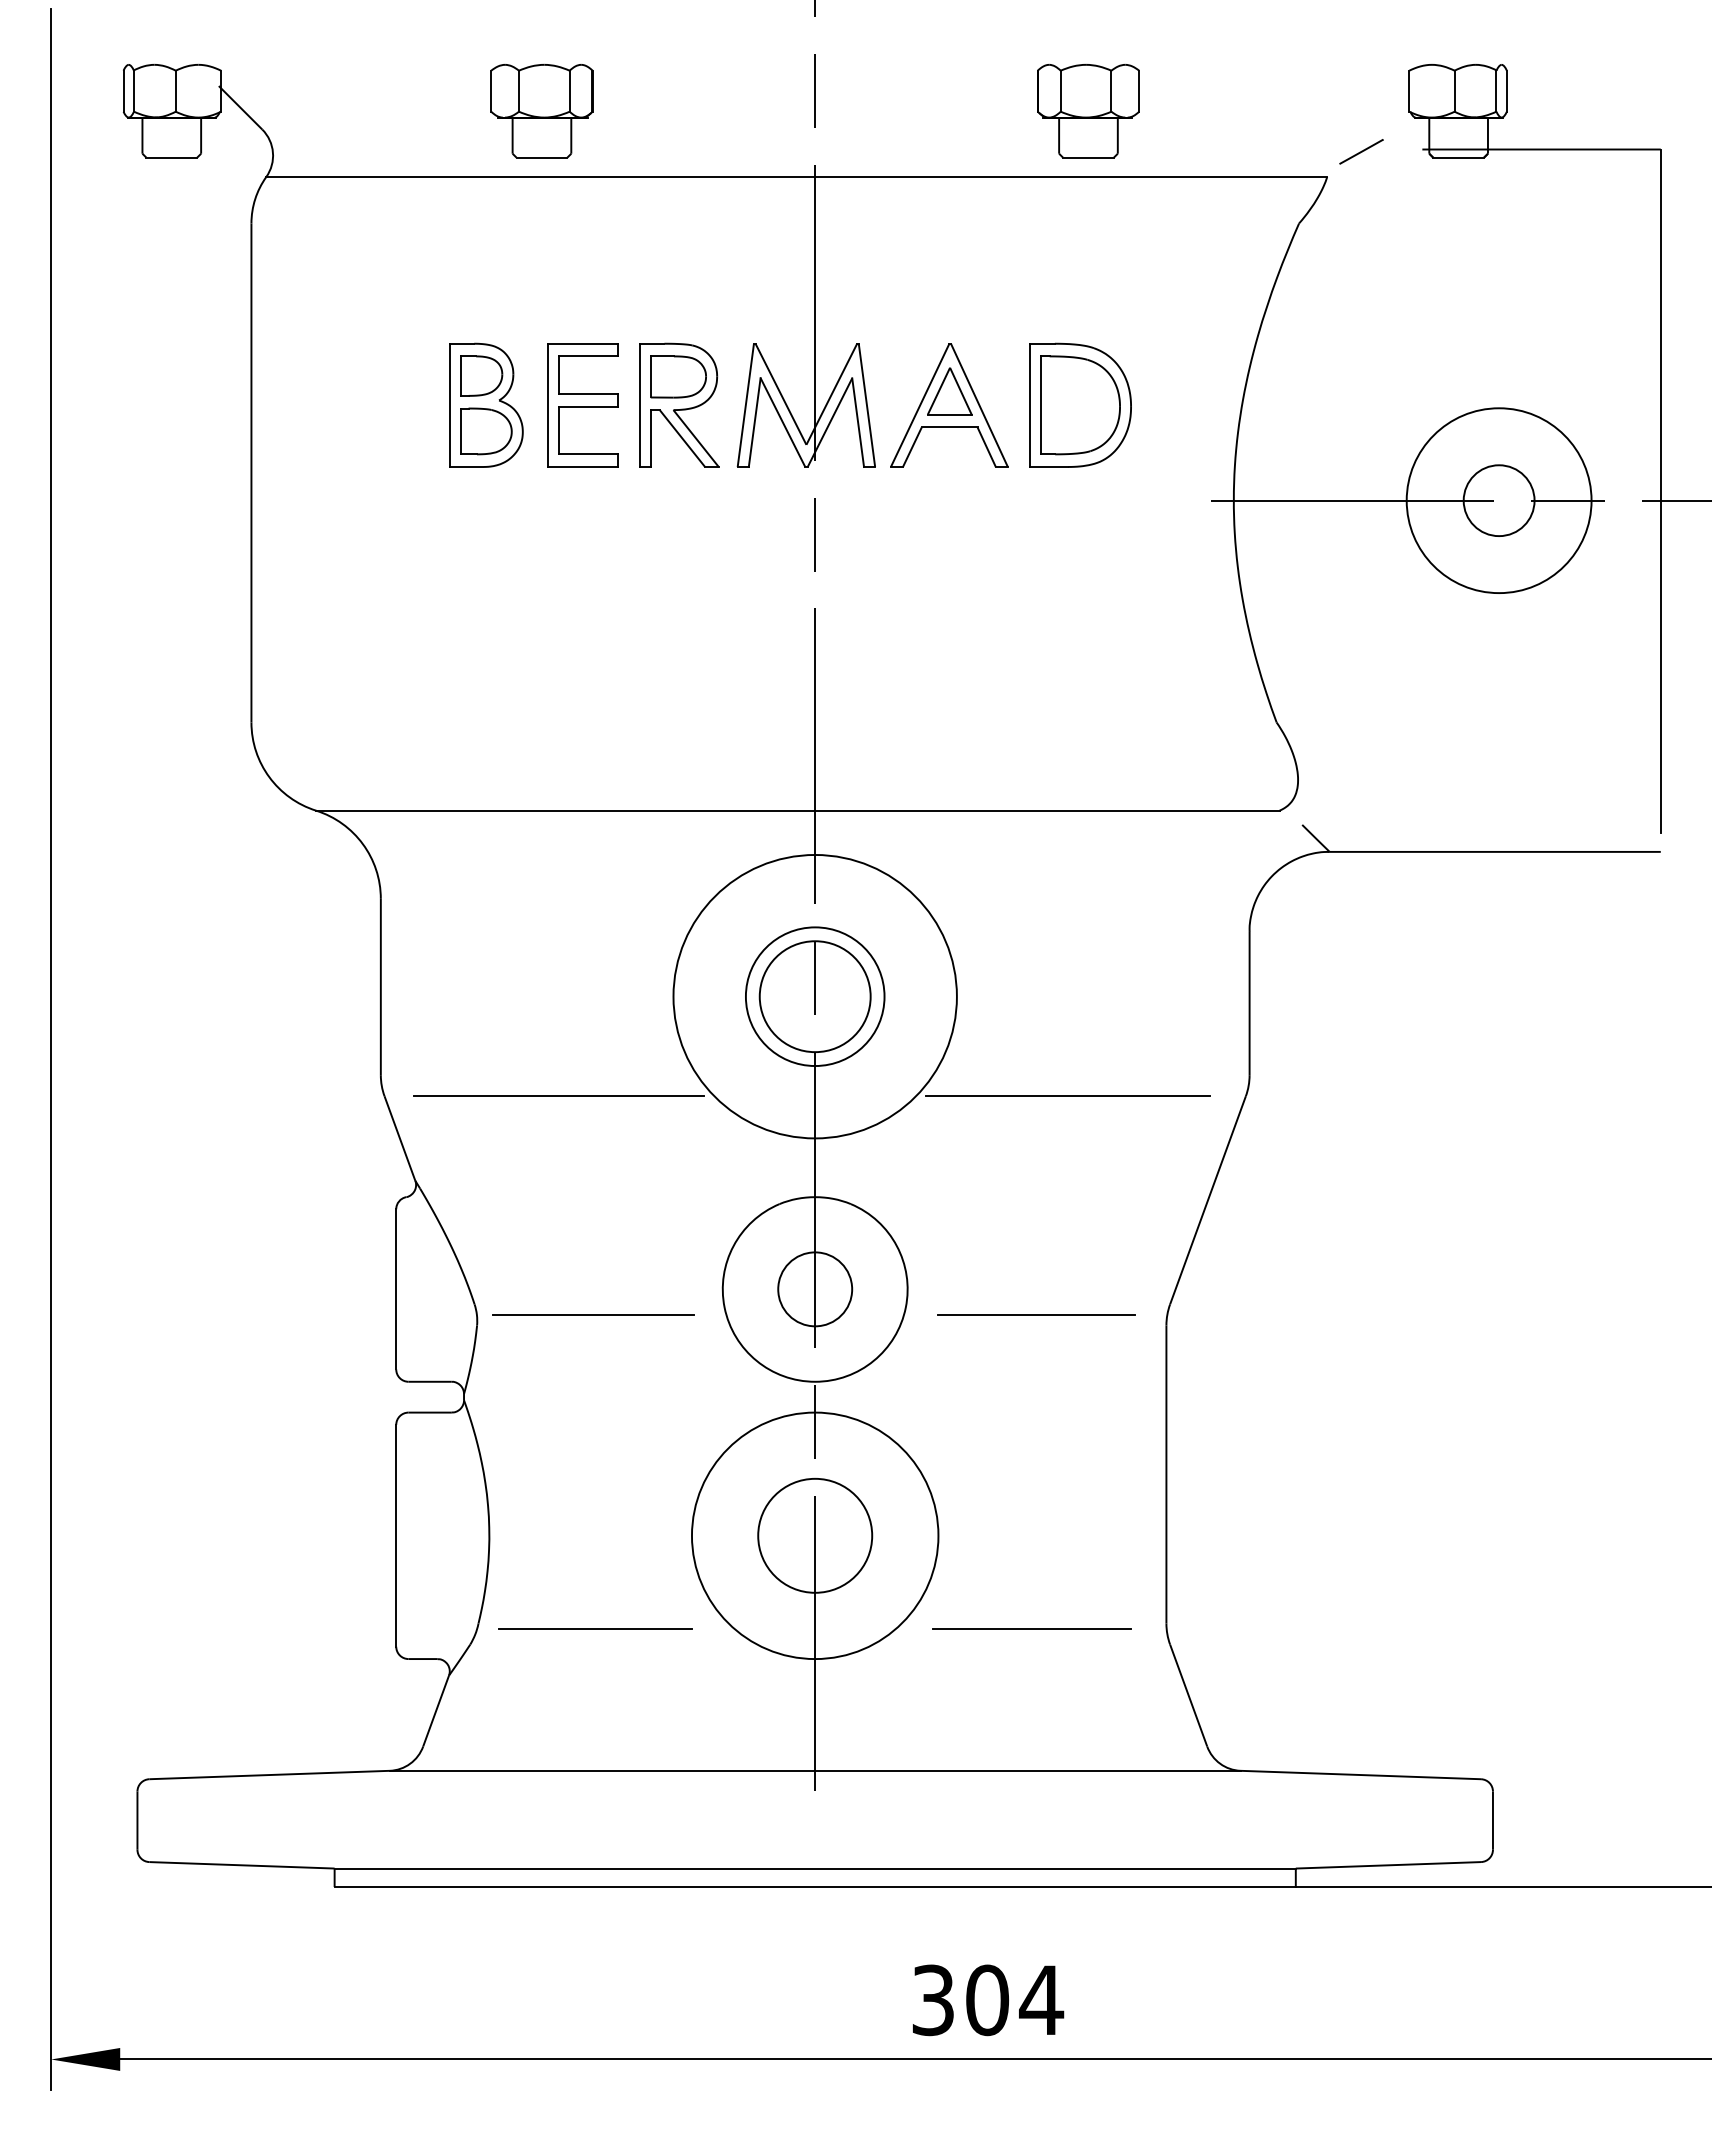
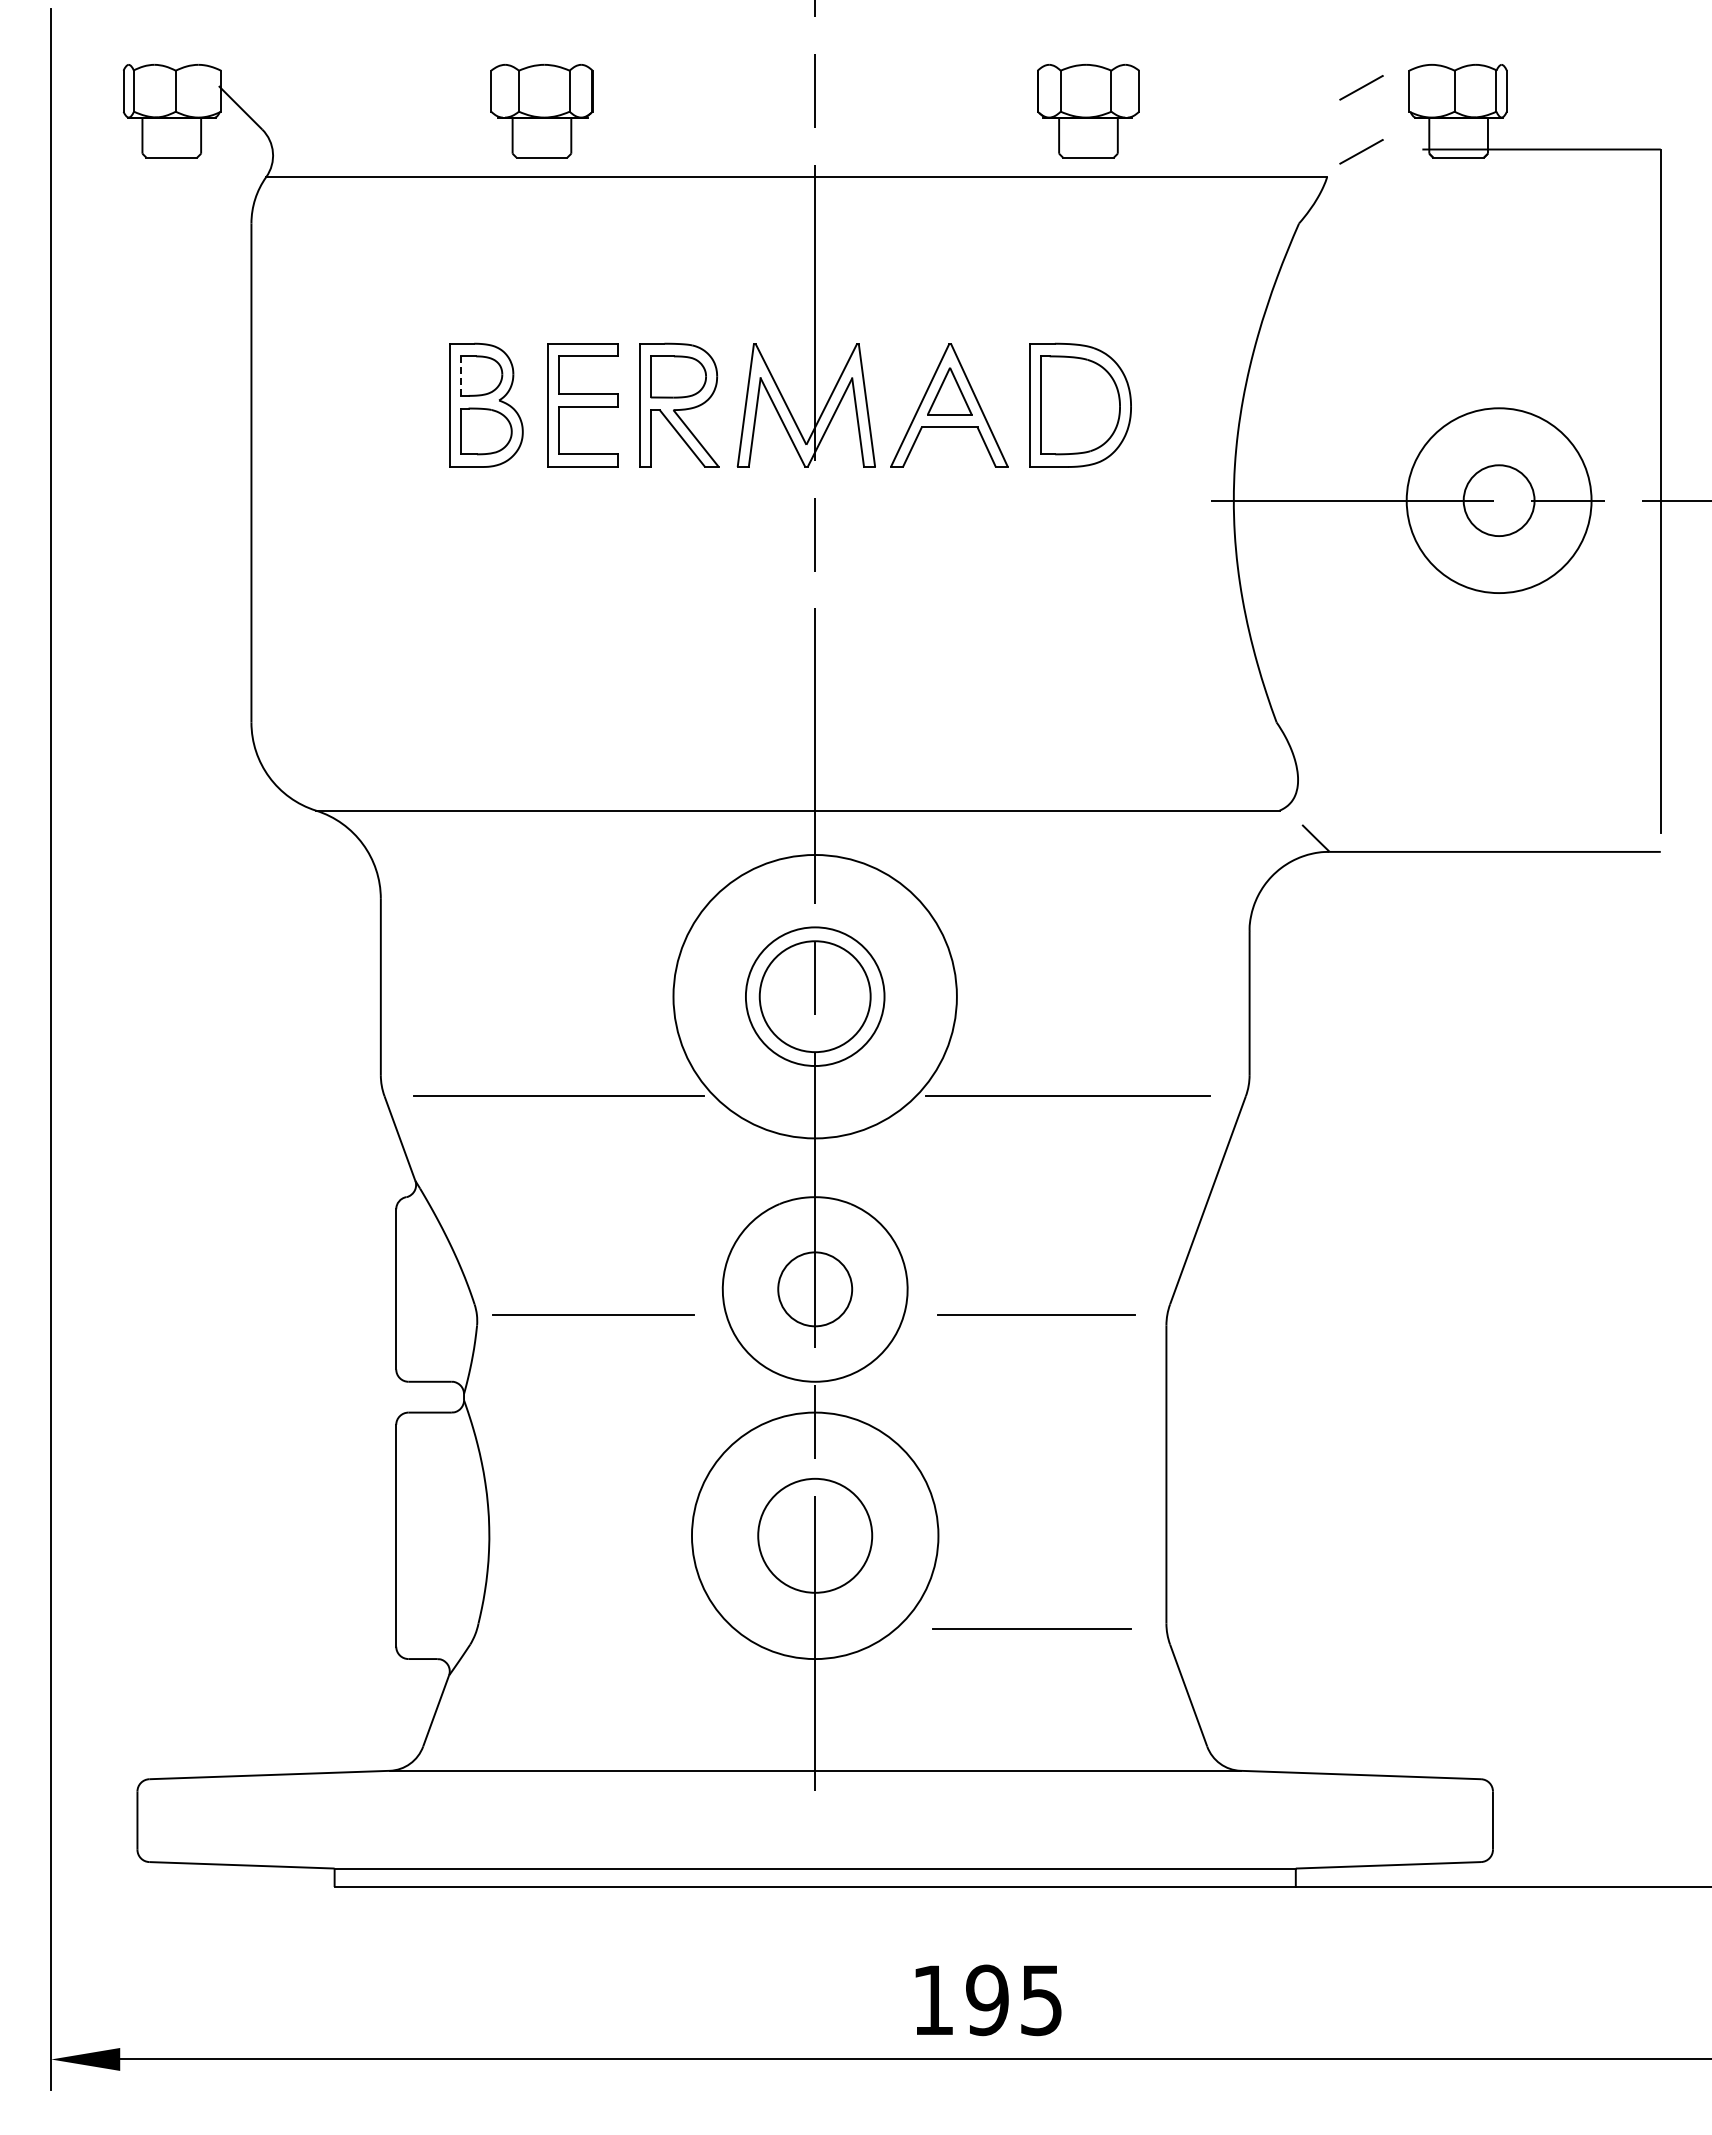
line at (1361, 87): none -> present
line at (461, 376): solid -> dashed
line at (595, 1629): present -> none
text at (988, 2000): 304 -> 195
